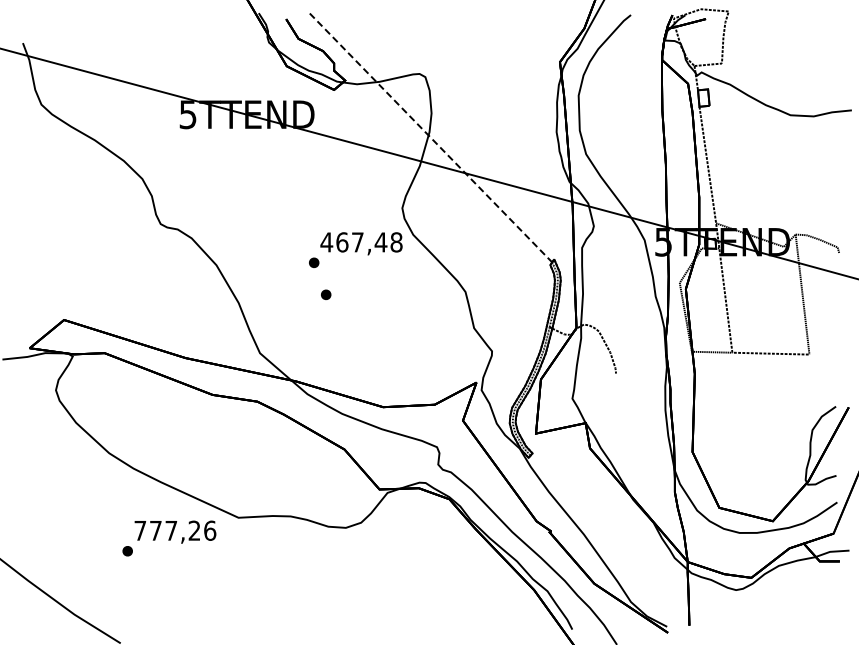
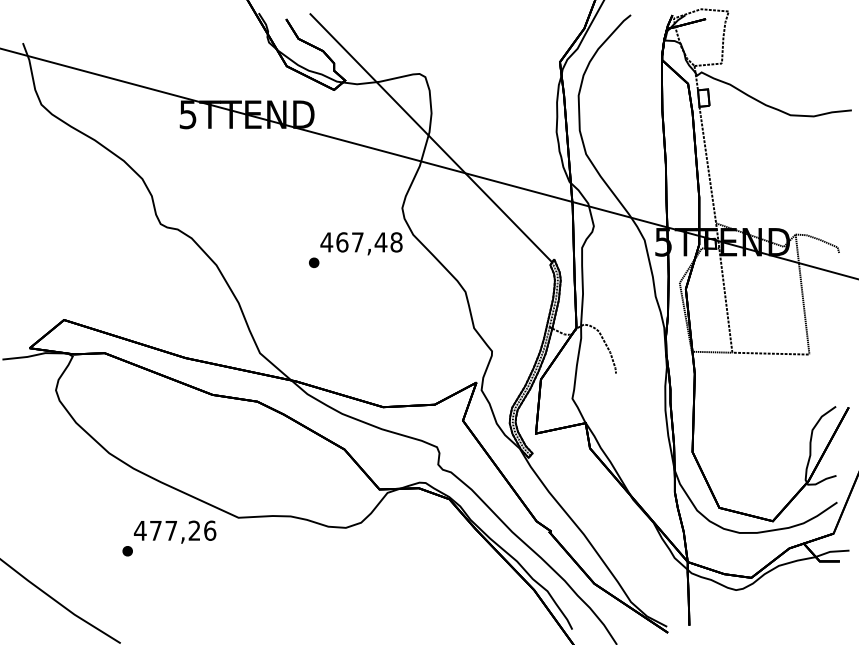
line at (431, 137): dashed -> solid
part at (326, 294): present -> none
text at (139, 530): 777,26 -> 477,26
